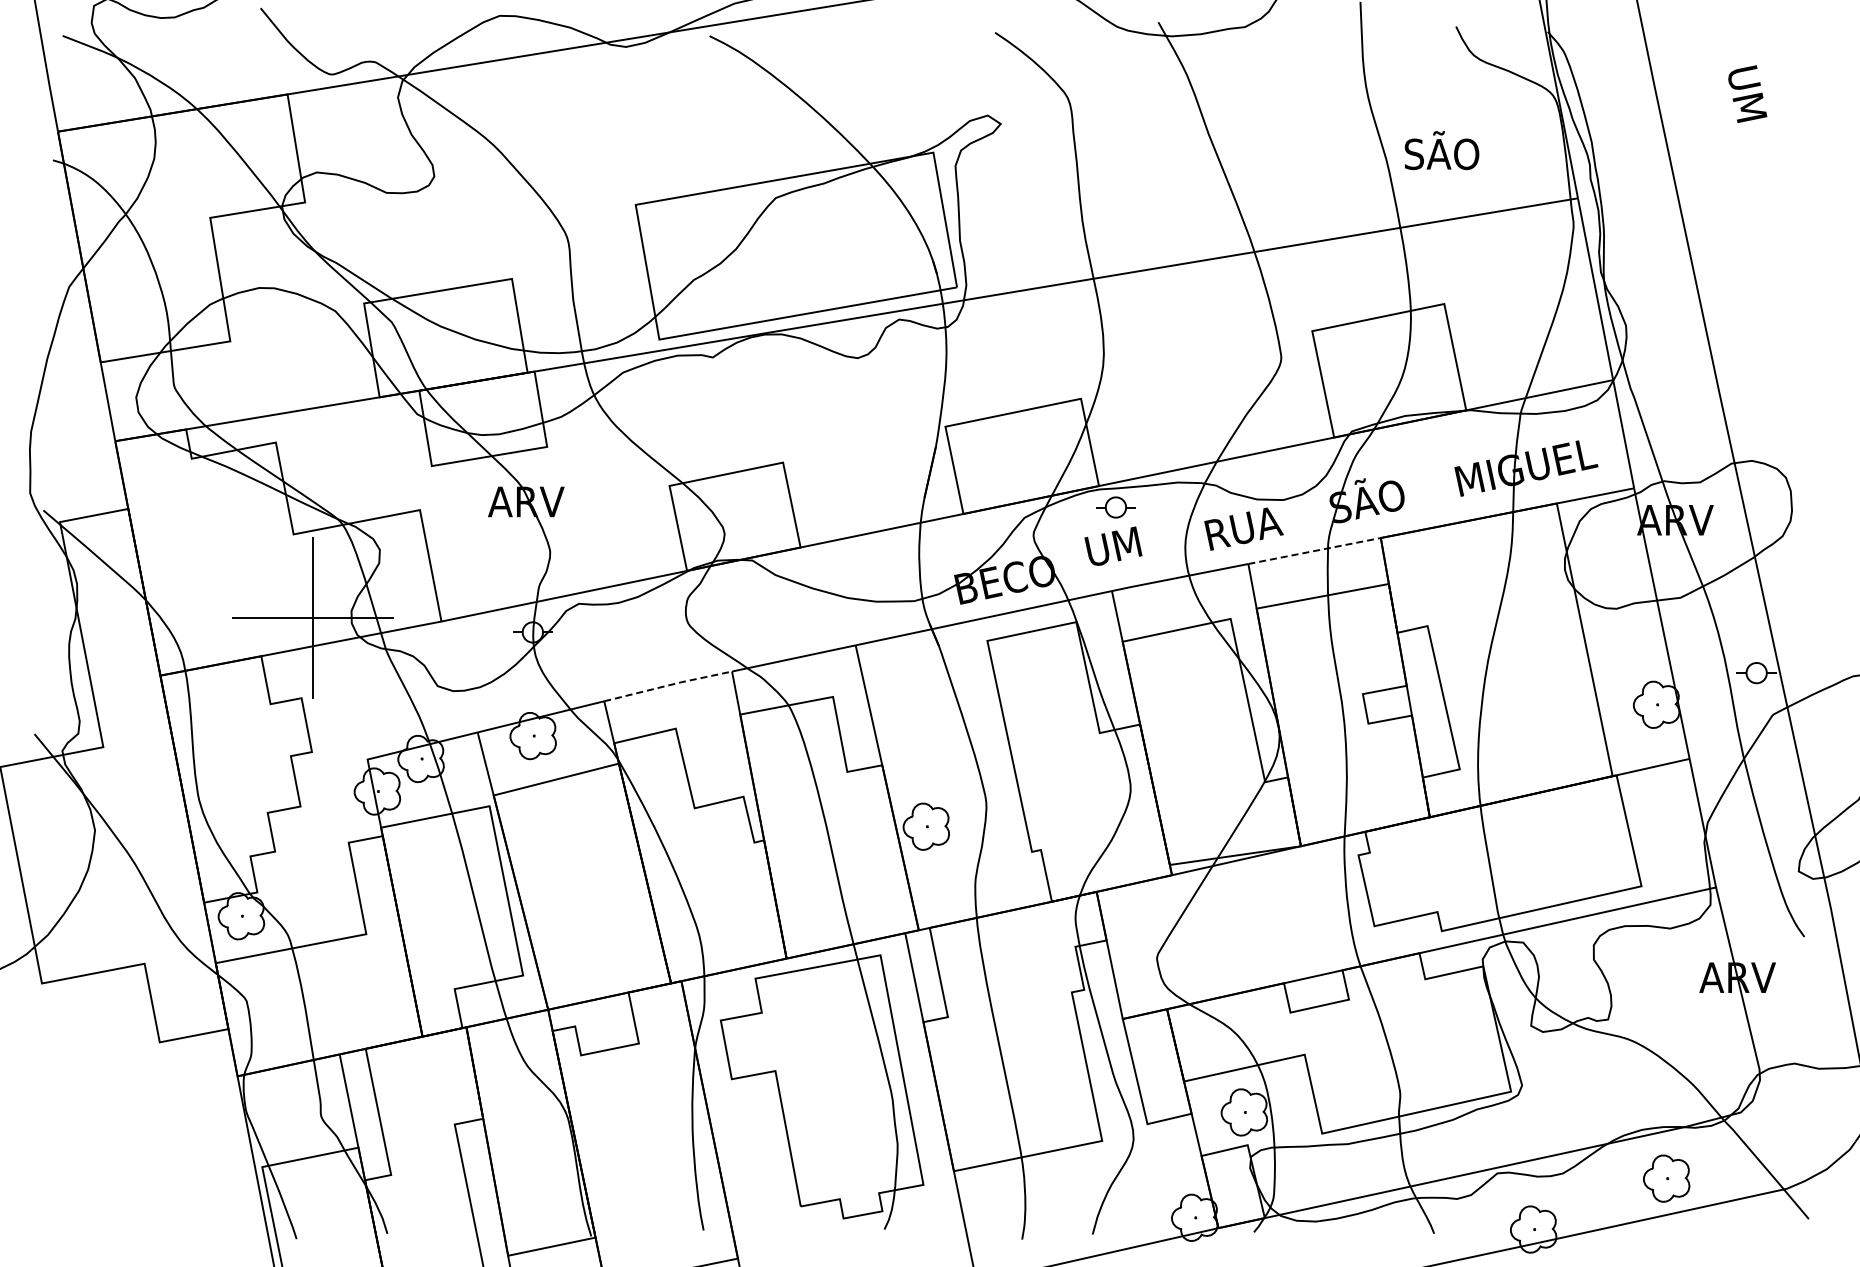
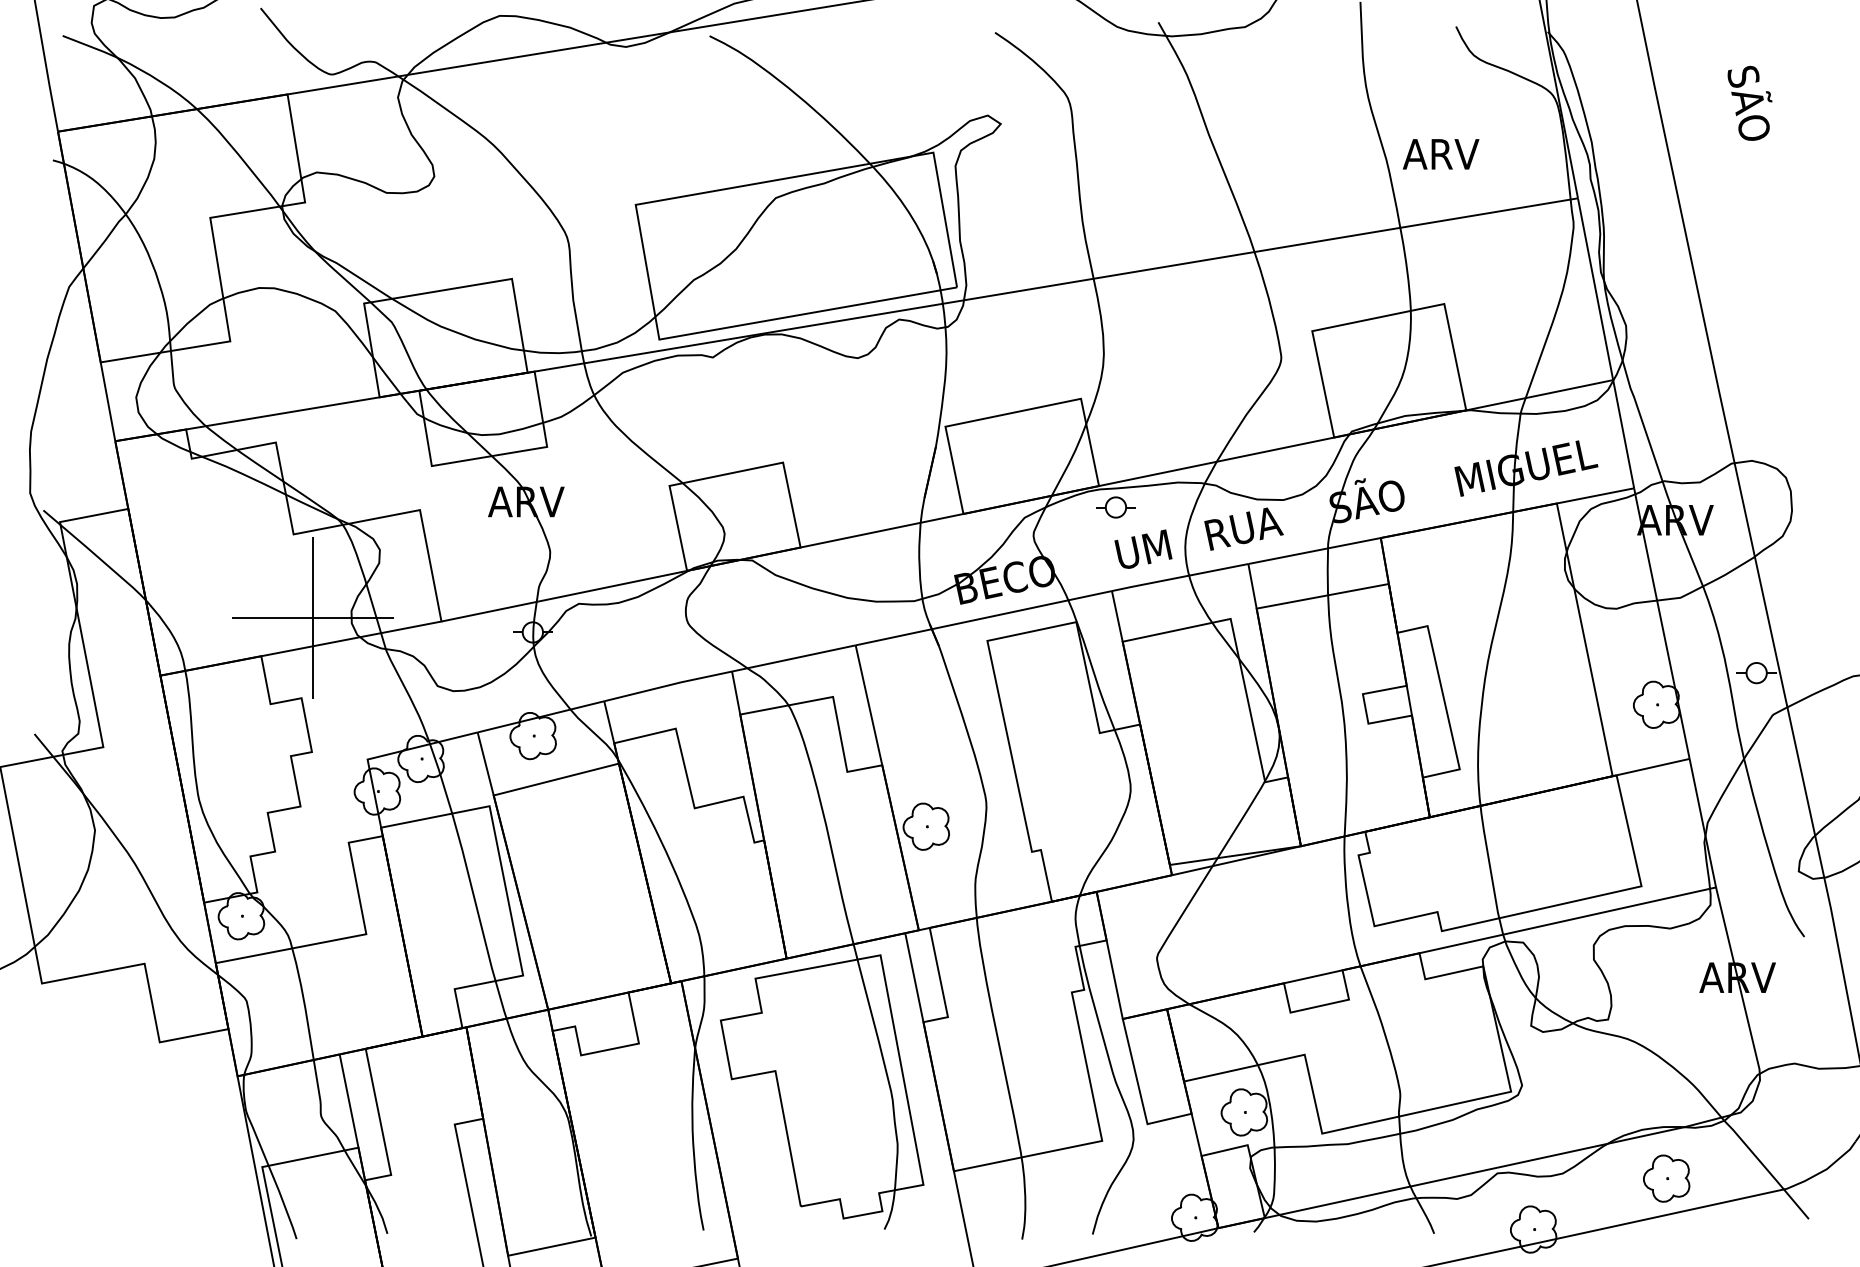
text at (1749, 102): UM -> SÃO
text at (1440, 150): SÃO -> ARV
text at (1113, 545) position: (1113, 545) -> (1143, 548)
line at (1315, 550): dashed -> solid
line at (668, 685): dashed -> solid
